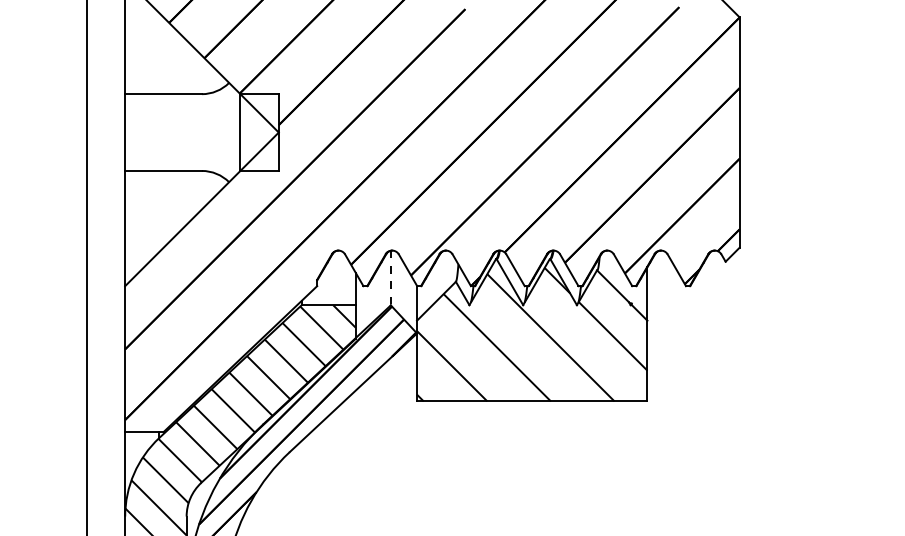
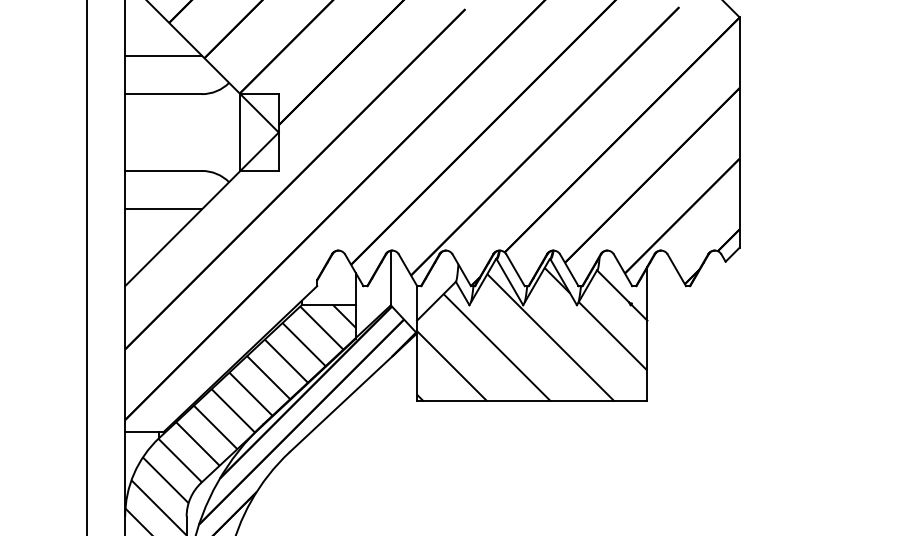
line at (163, 55): none -> present
line at (163, 209): none -> present
line at (390, 278): dashed -> solid
